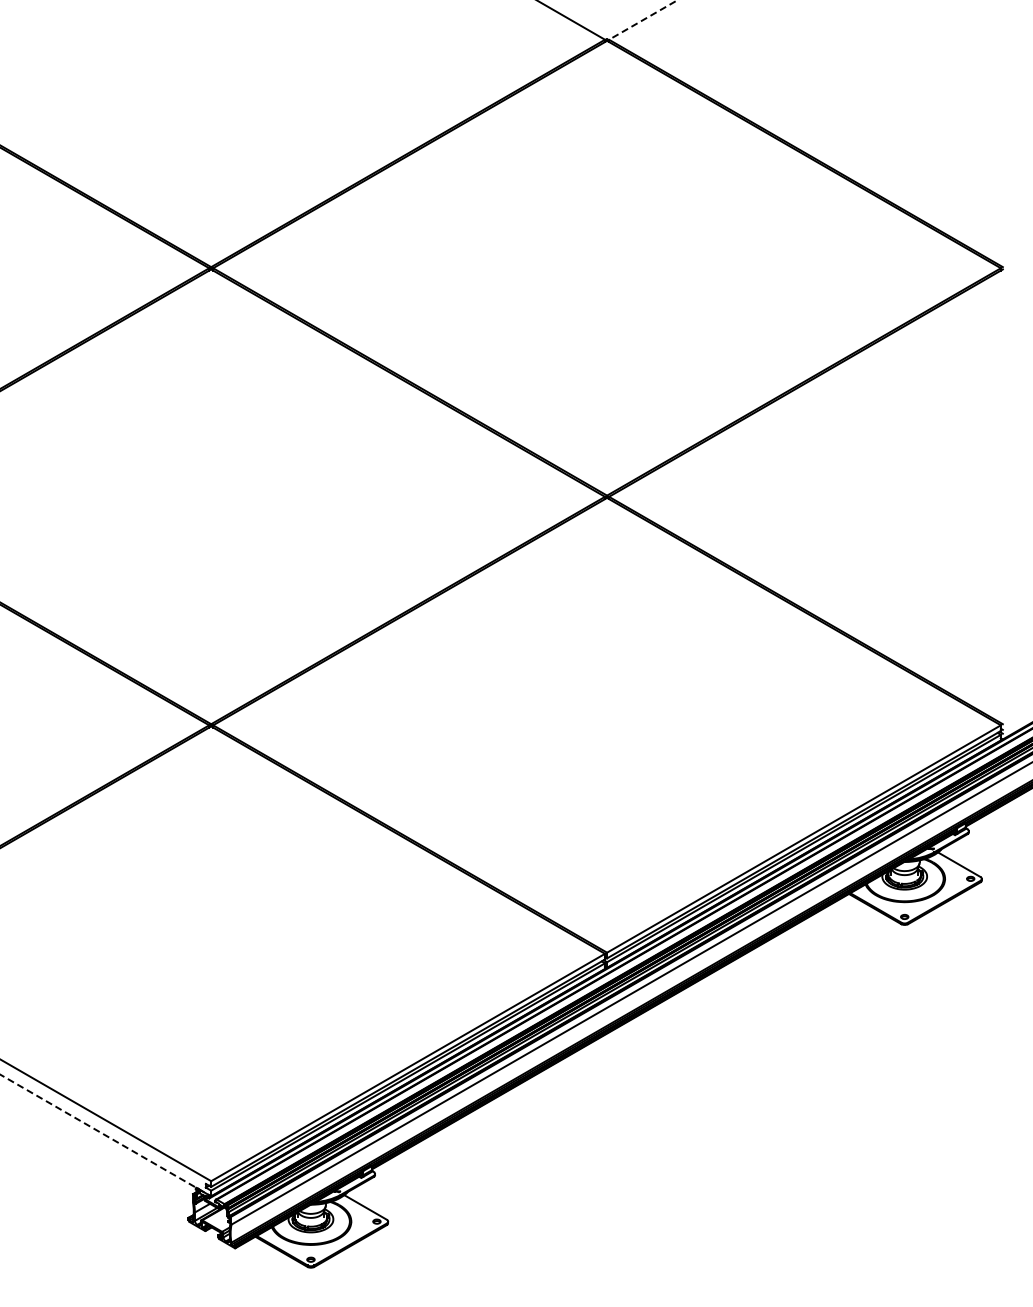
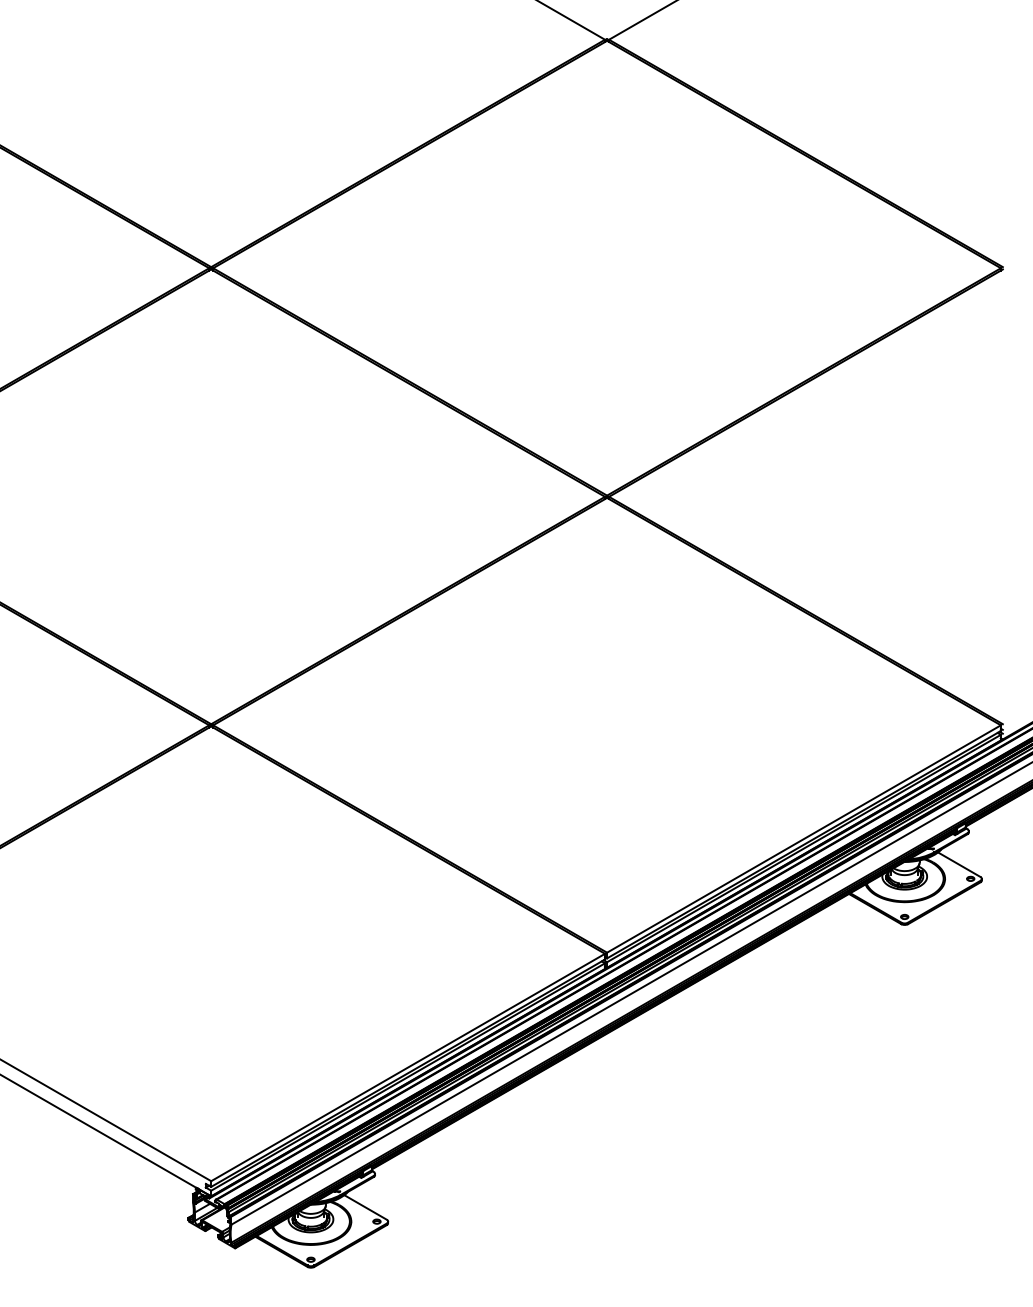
line at (642, 20): dashed -> solid
line at (106, 1135): dashed -> solid
